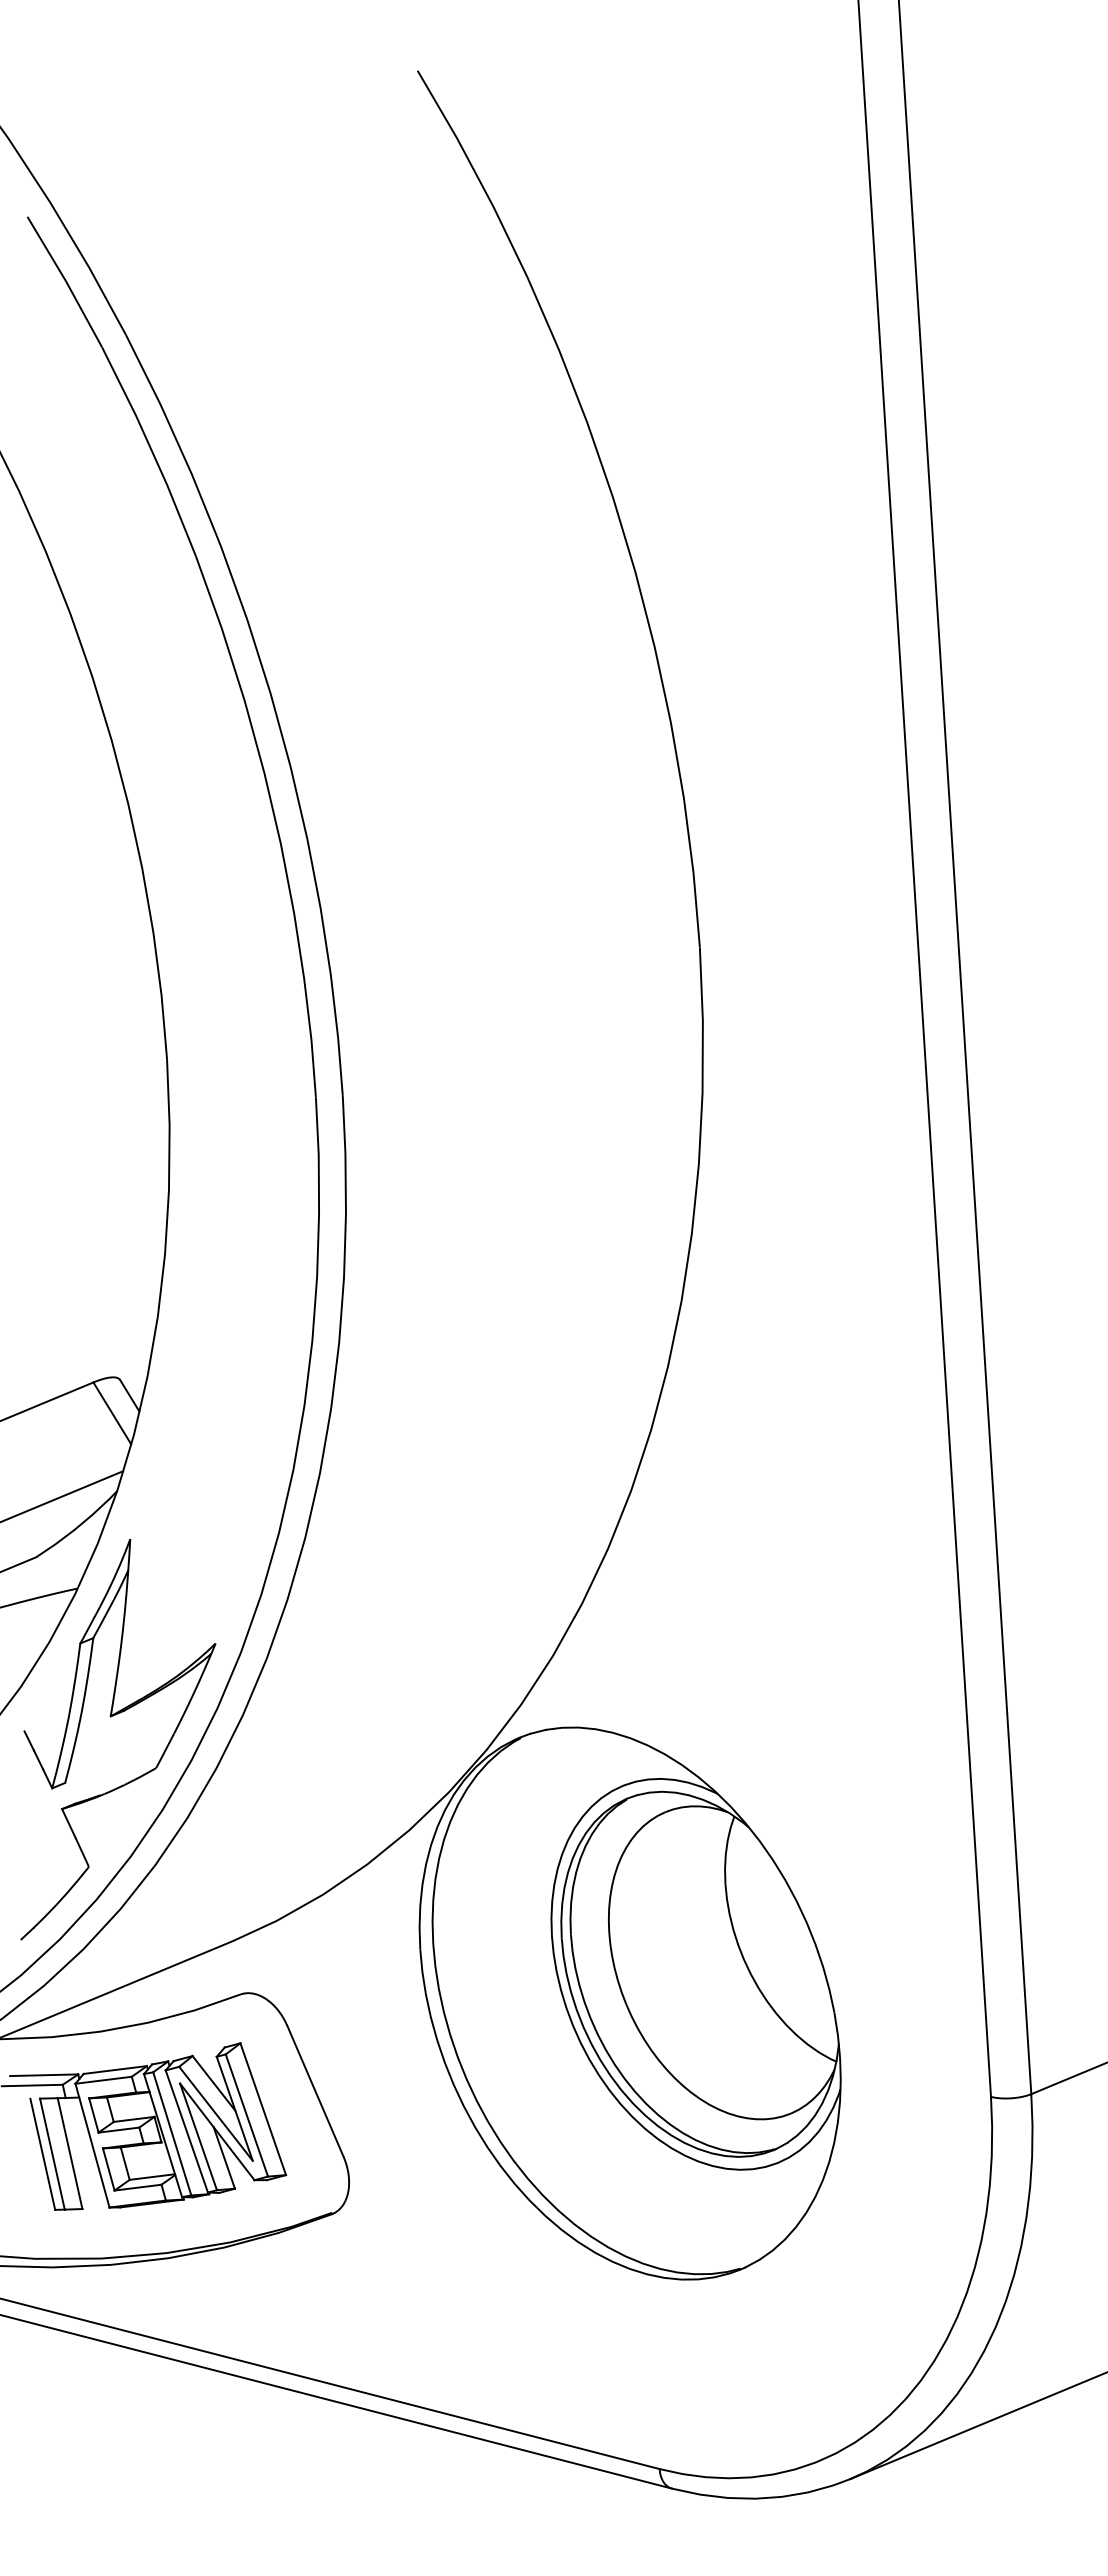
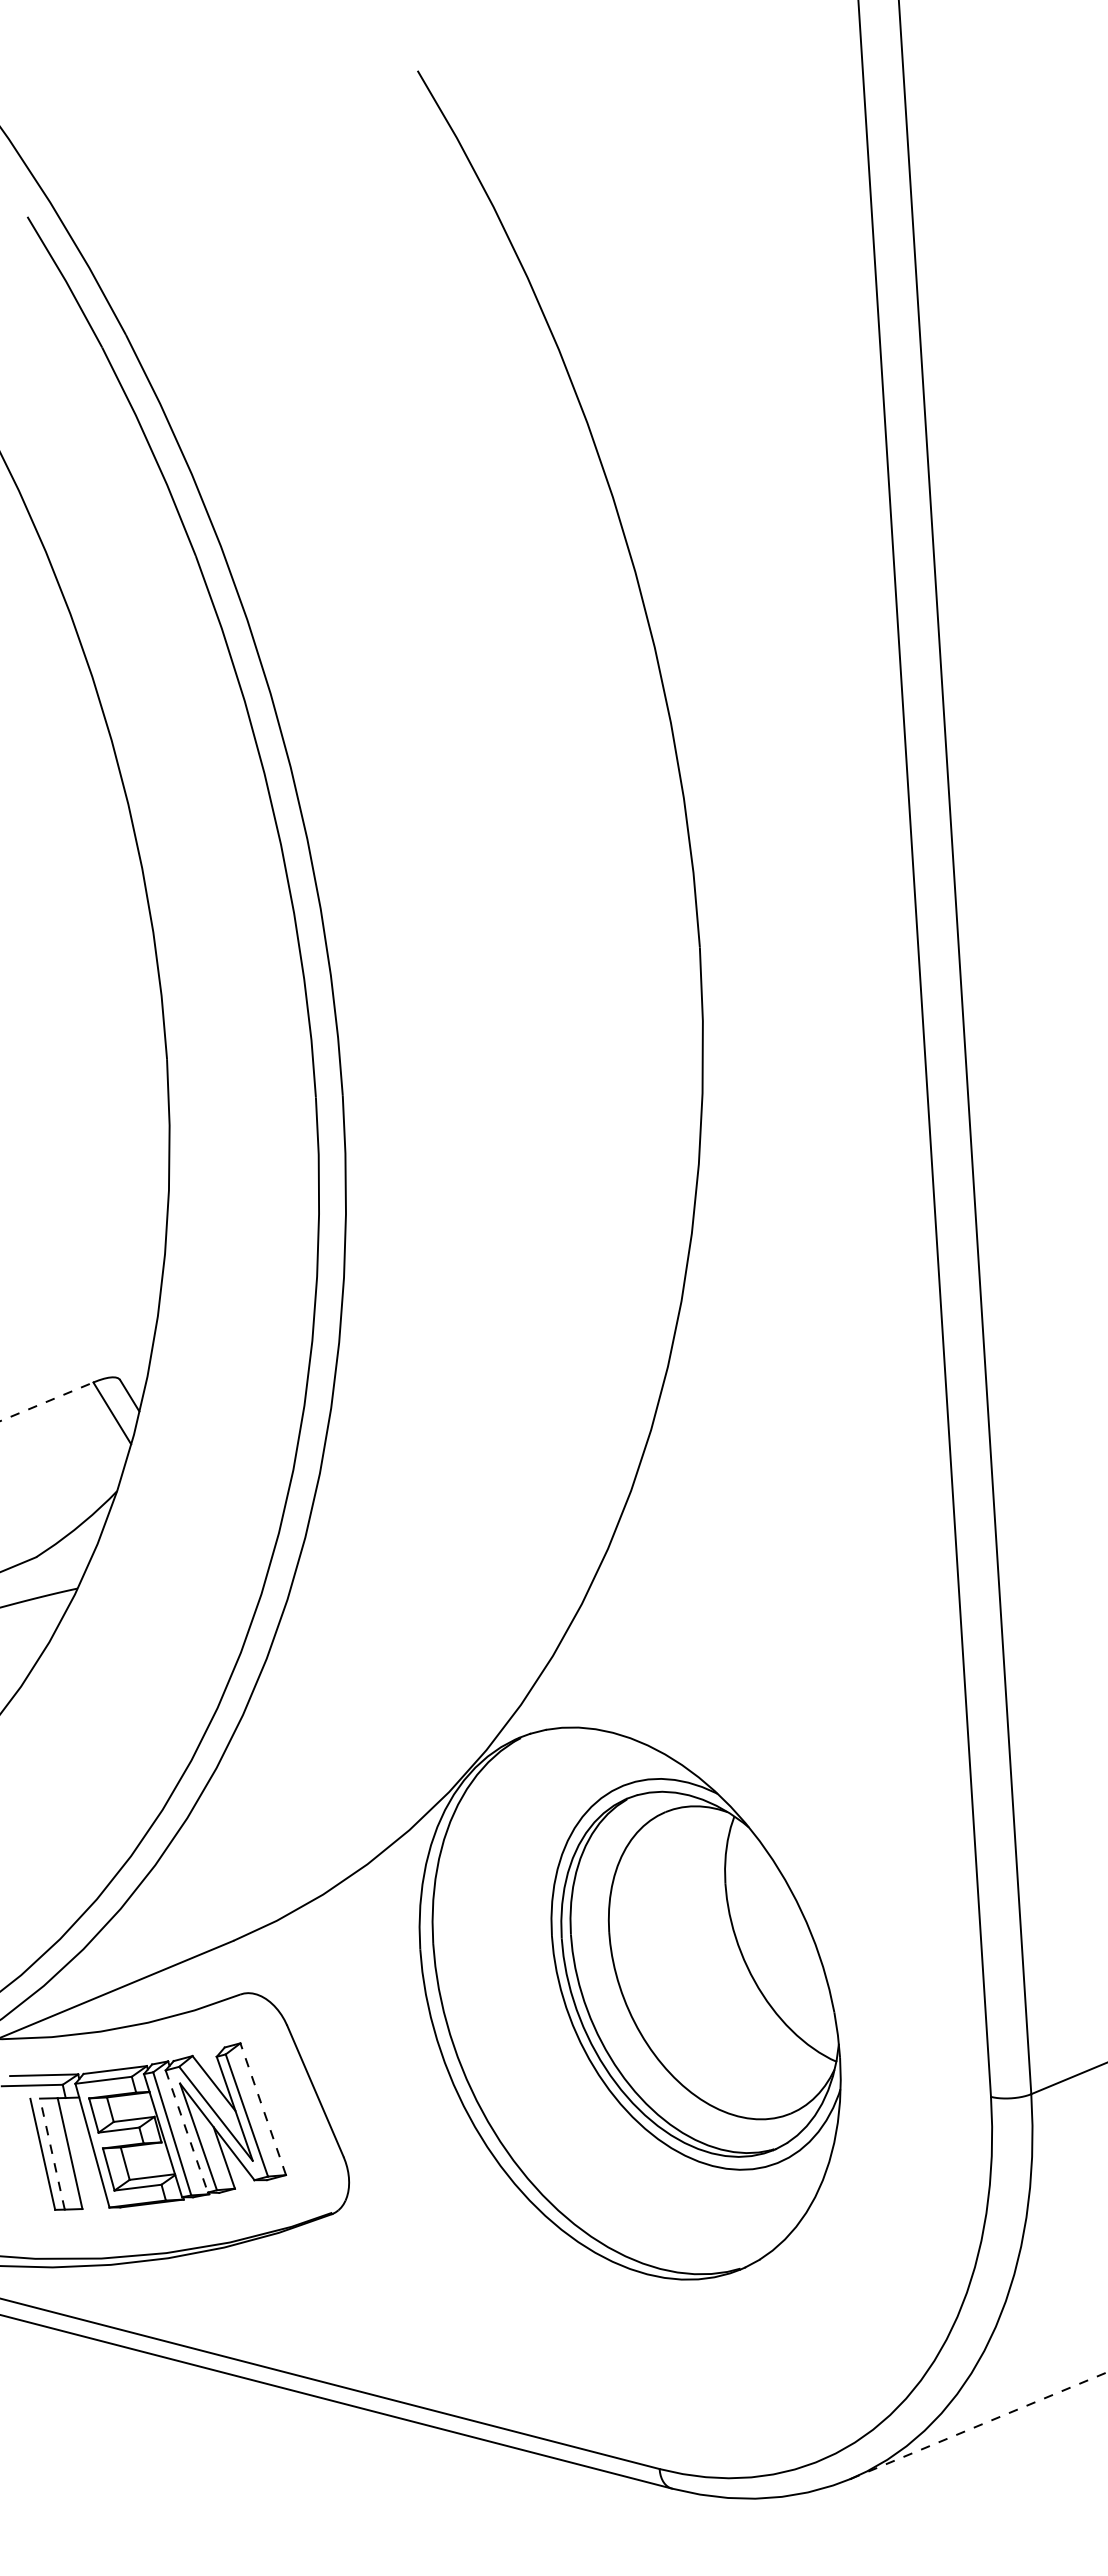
line at (47, 1401): solid -> dashed
line at (62, 1496): present -> none
part at (111, 1717): present -> none
line at (263, 2109): solid -> dashed
line at (186, 2131): solid -> dashed
line at (52, 2154): solid -> dashed
line at (978, 2425): solid -> dashed
